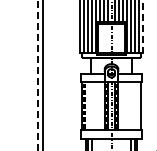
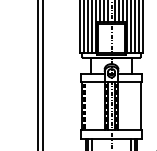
line at (143, 27): dashed -> solid
line at (38, 75): dashed -> solid
